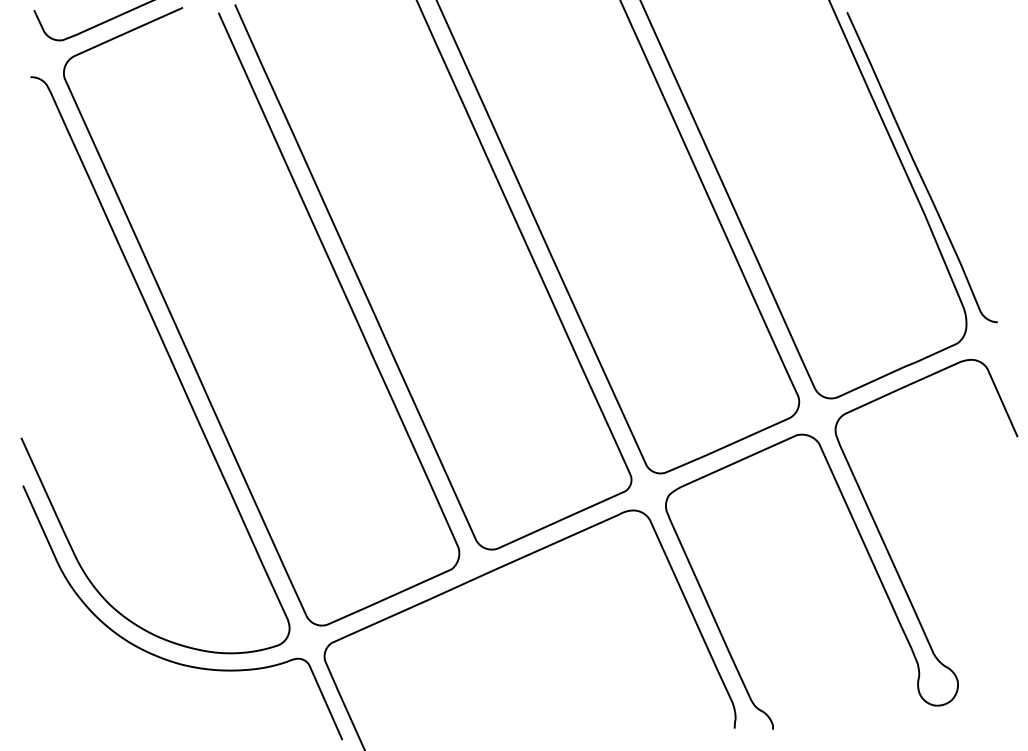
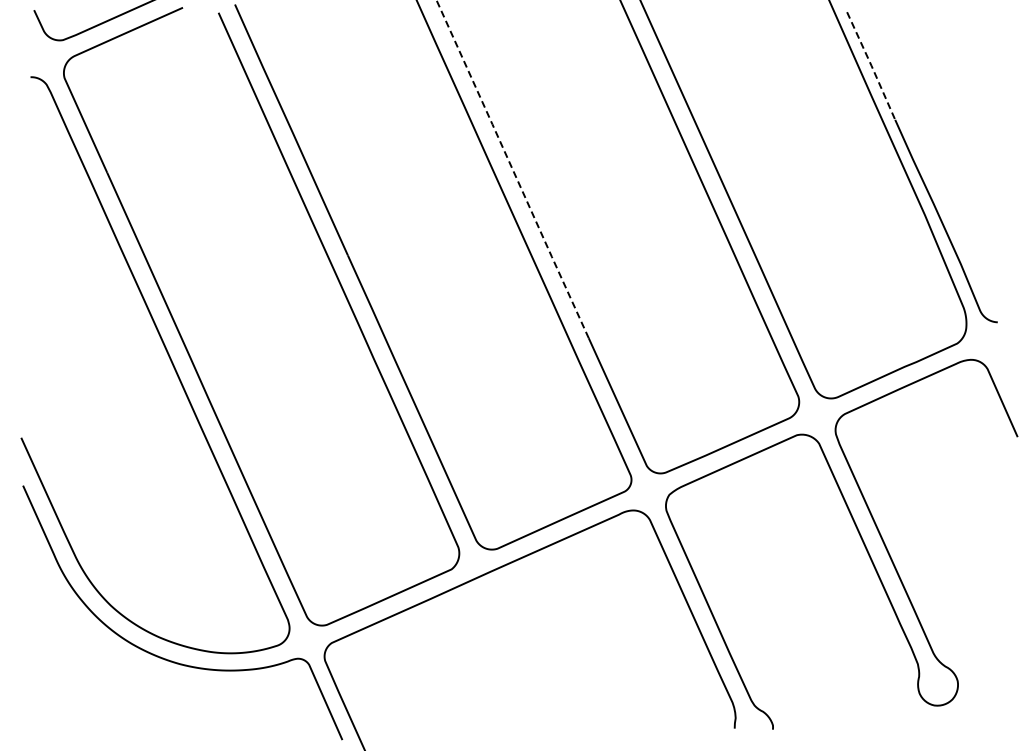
line at (871, 65): solid -> dashed
line at (512, 168): solid -> dashed
